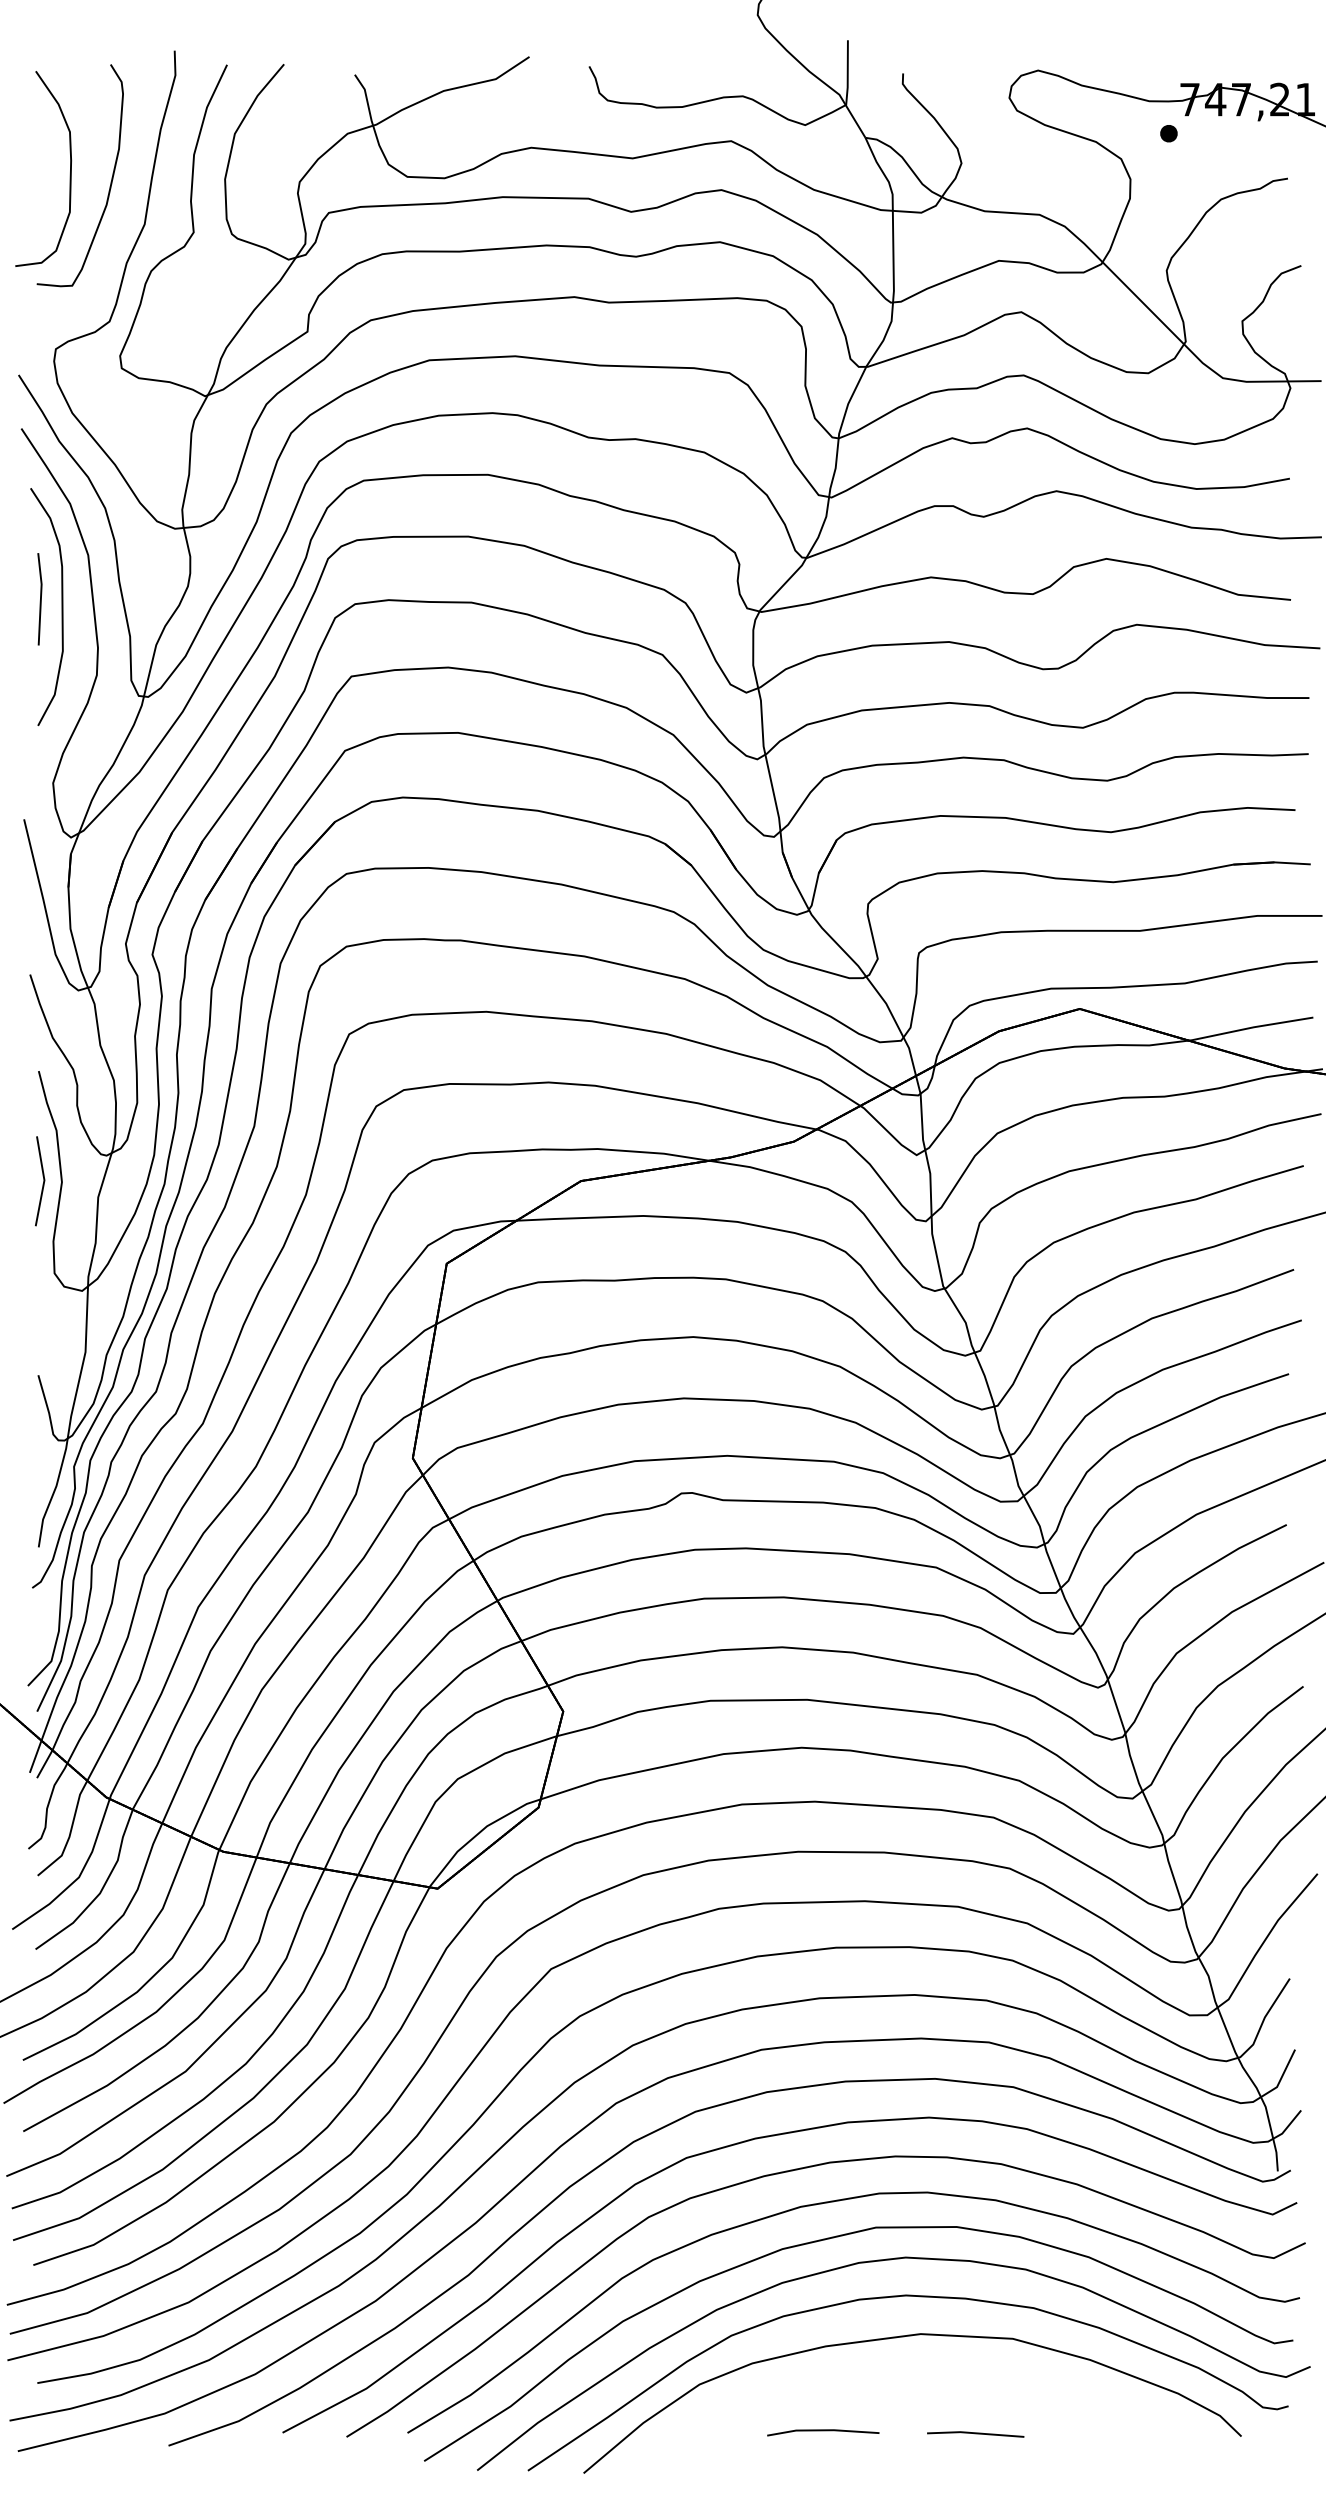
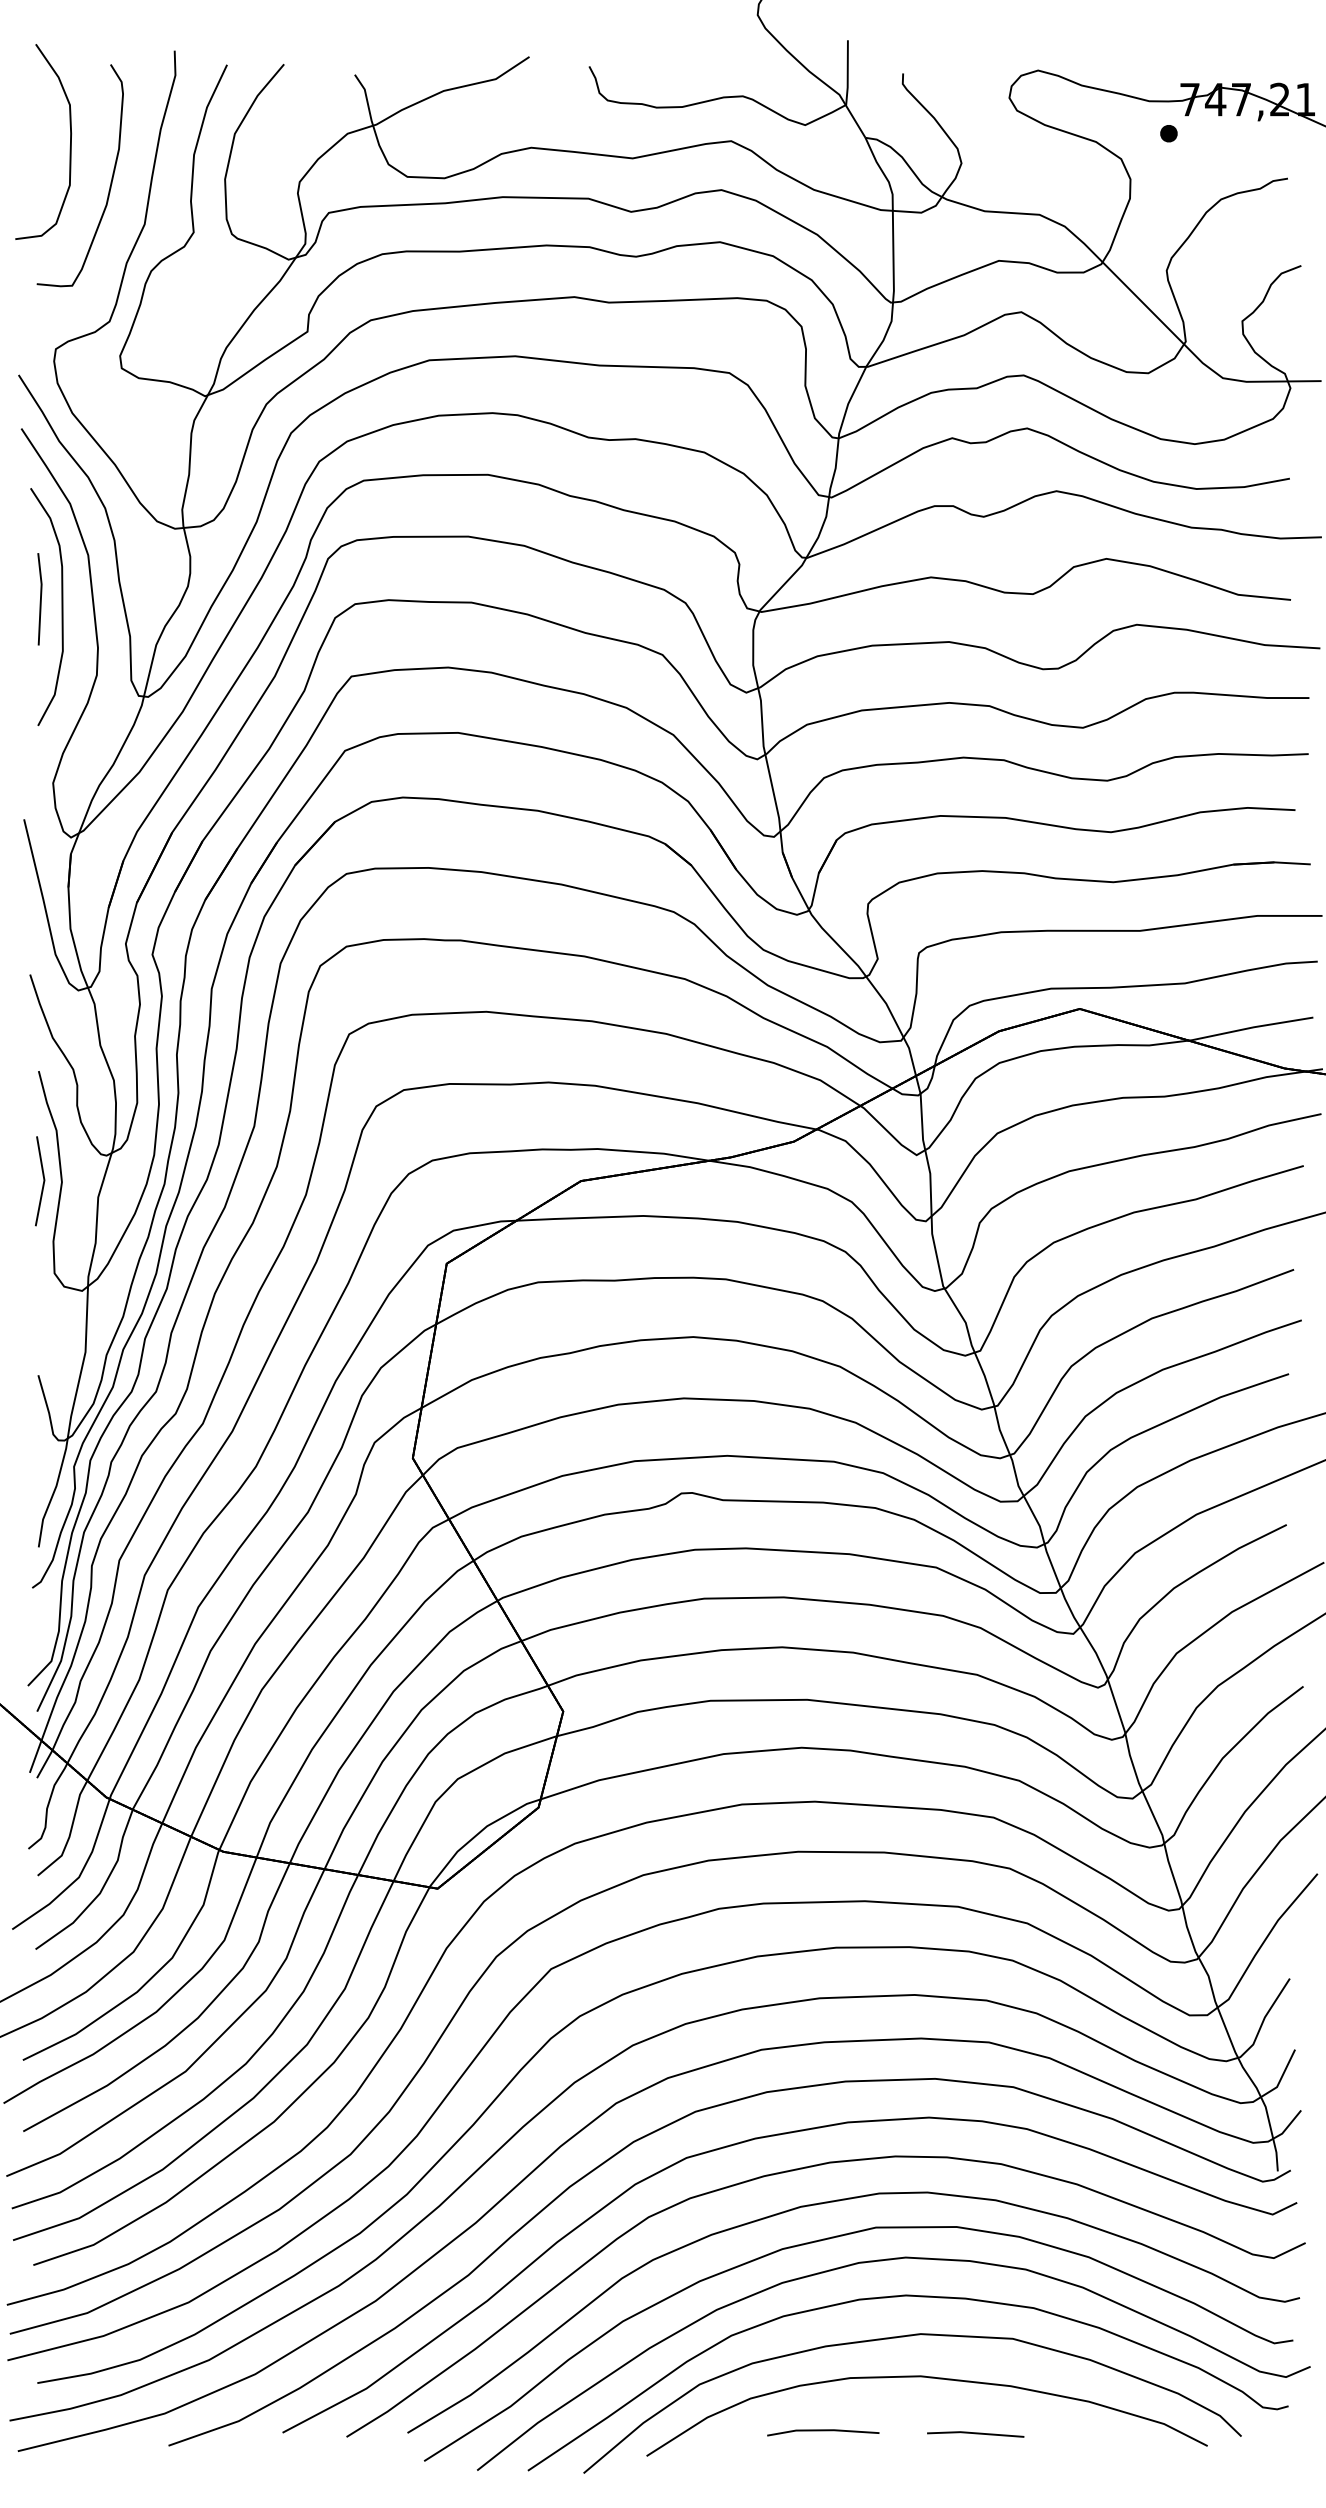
curve at (69, 174) position: (69, 174) -> (69, 147)
part at (929, 2378): none -> present
